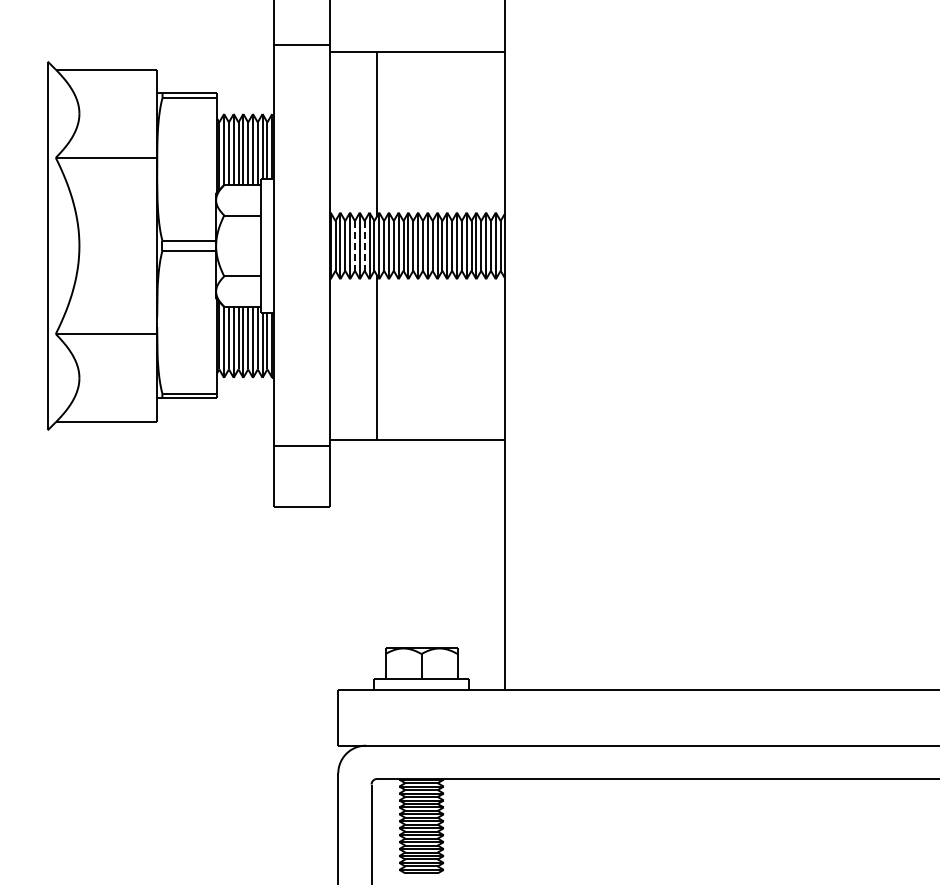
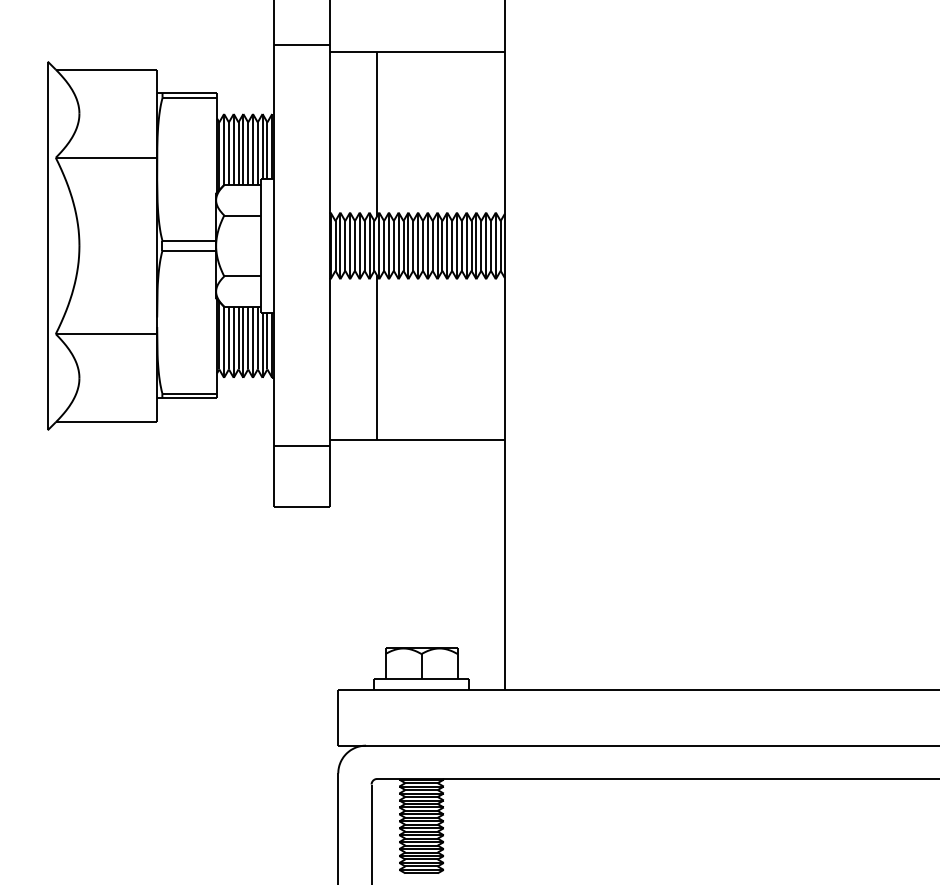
line at (354, 245): dashed -> solid
line at (364, 245): dashed -> solid
